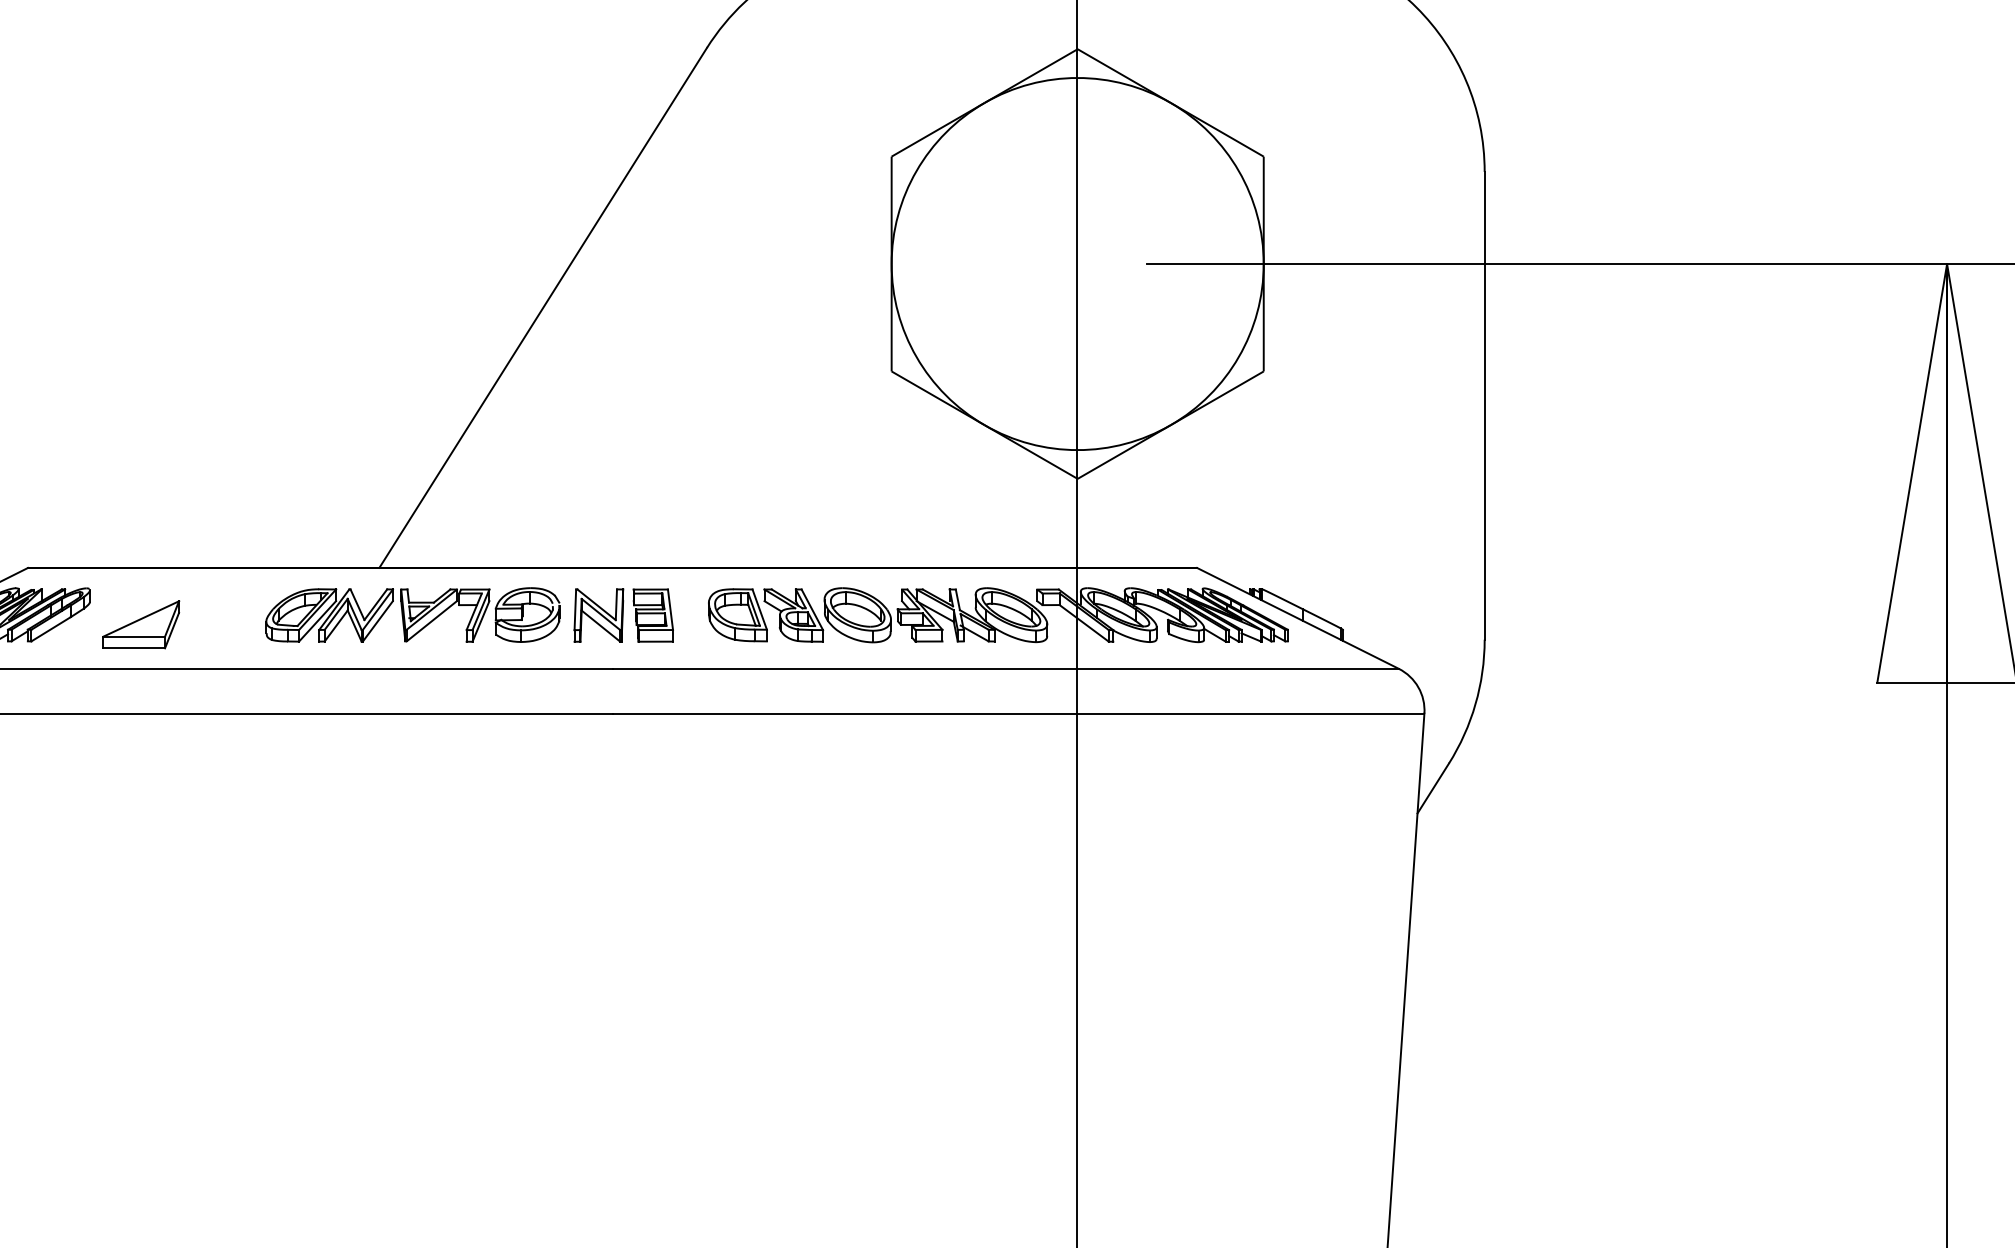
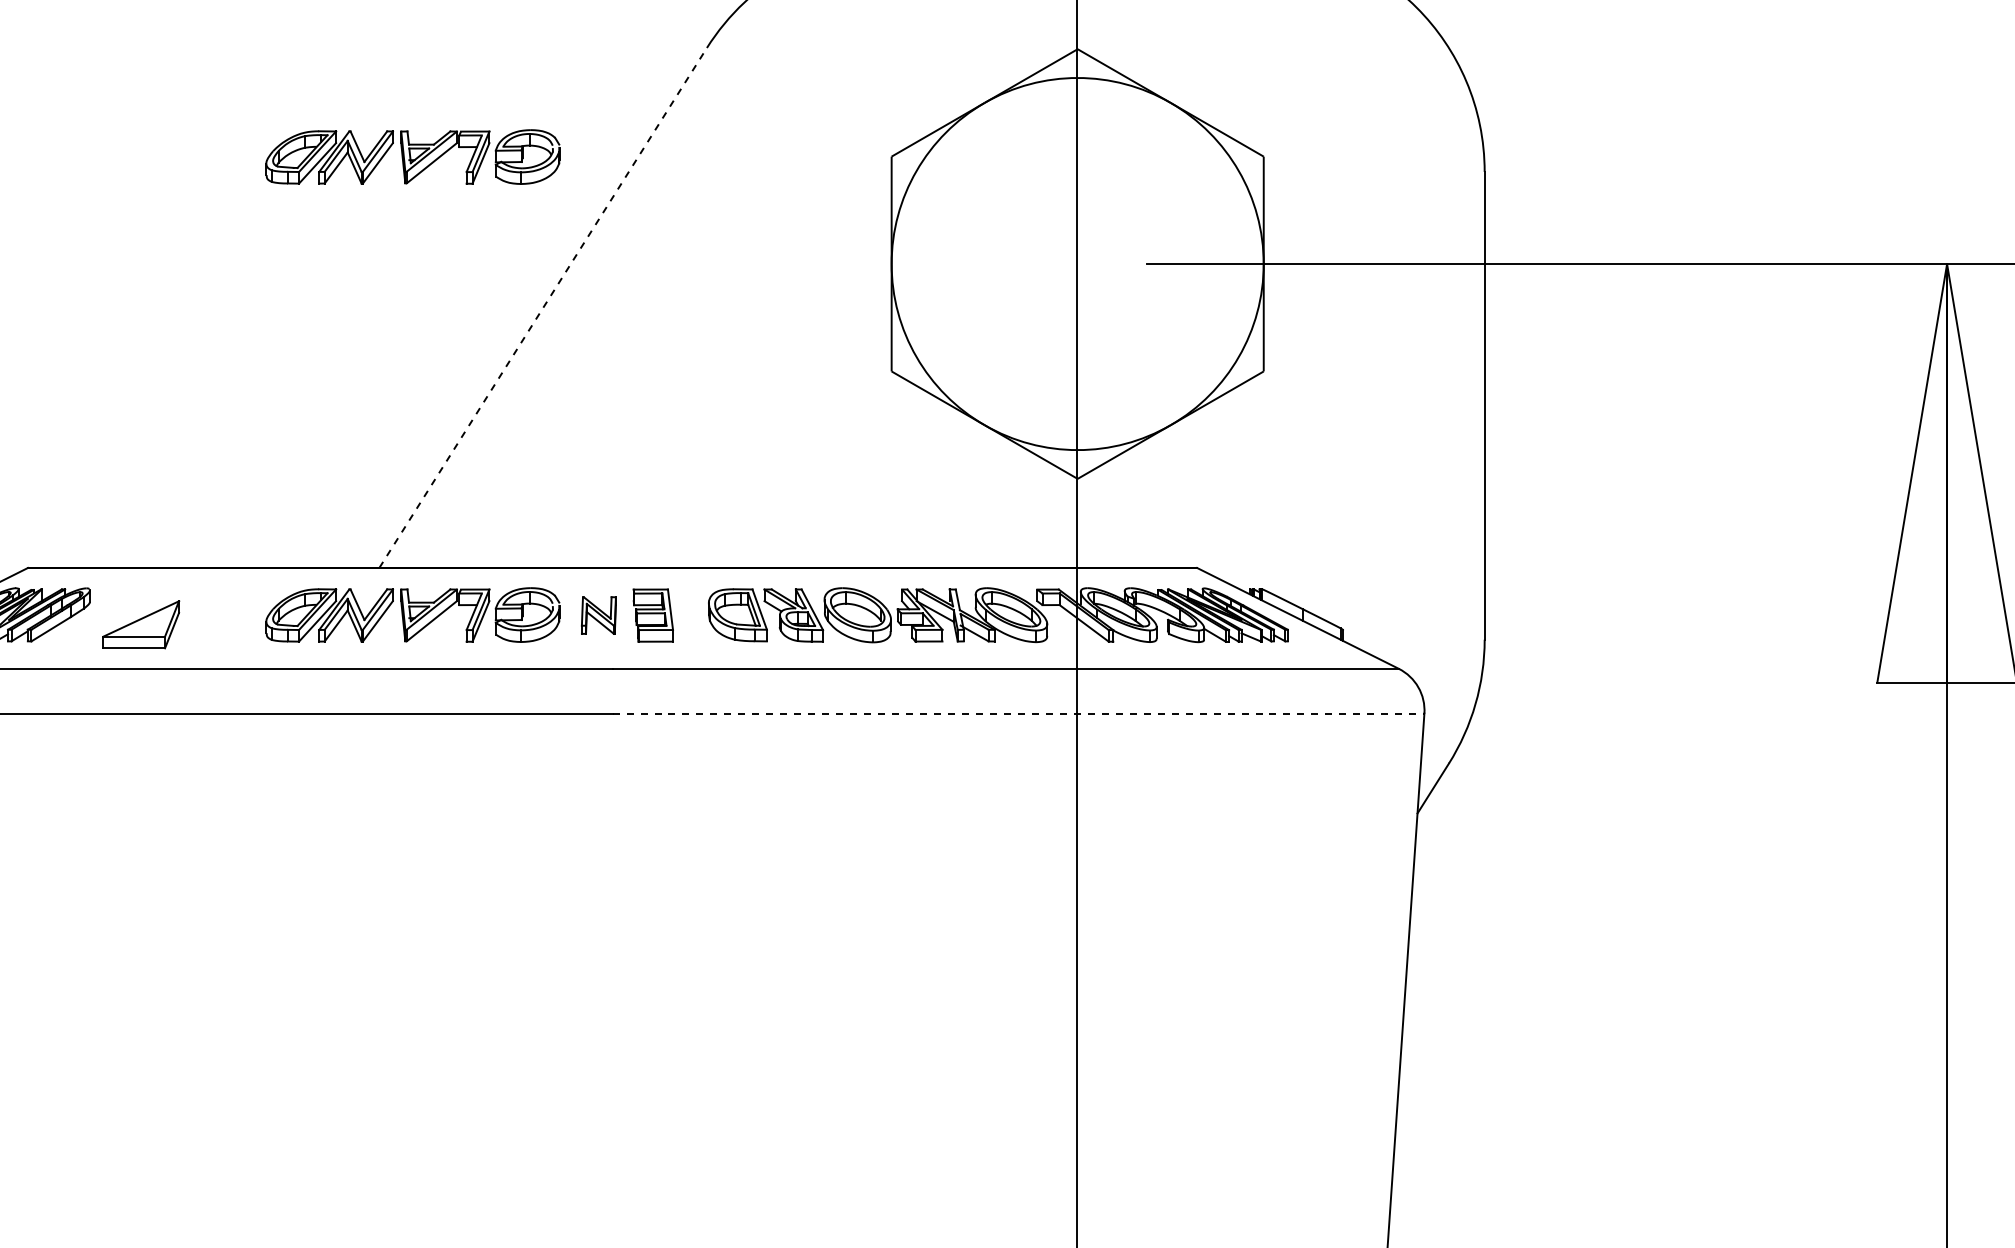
part at (412, 156): none -> present
line at (543, 307): solid -> dashed
part at (598, 615) size: 52x55 px -> 36x39 px
line at (1018, 713): solid -> dashed
